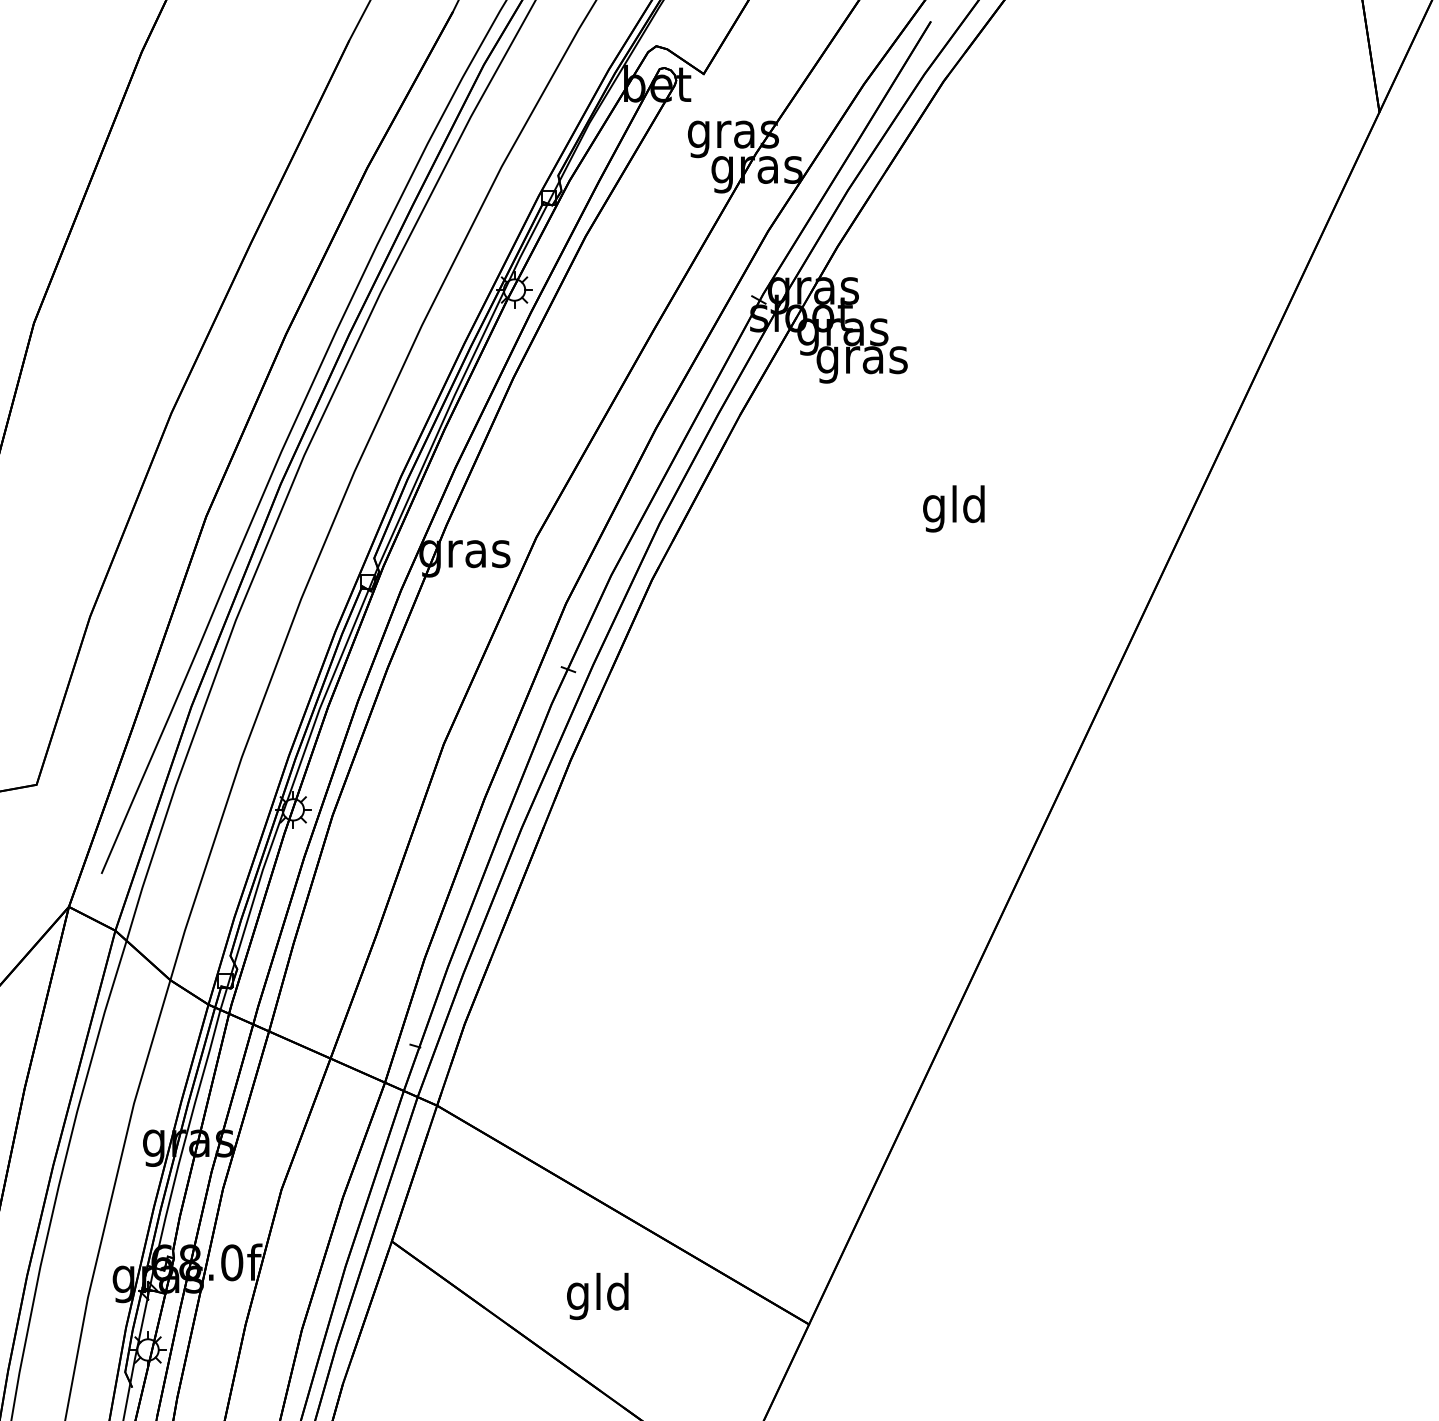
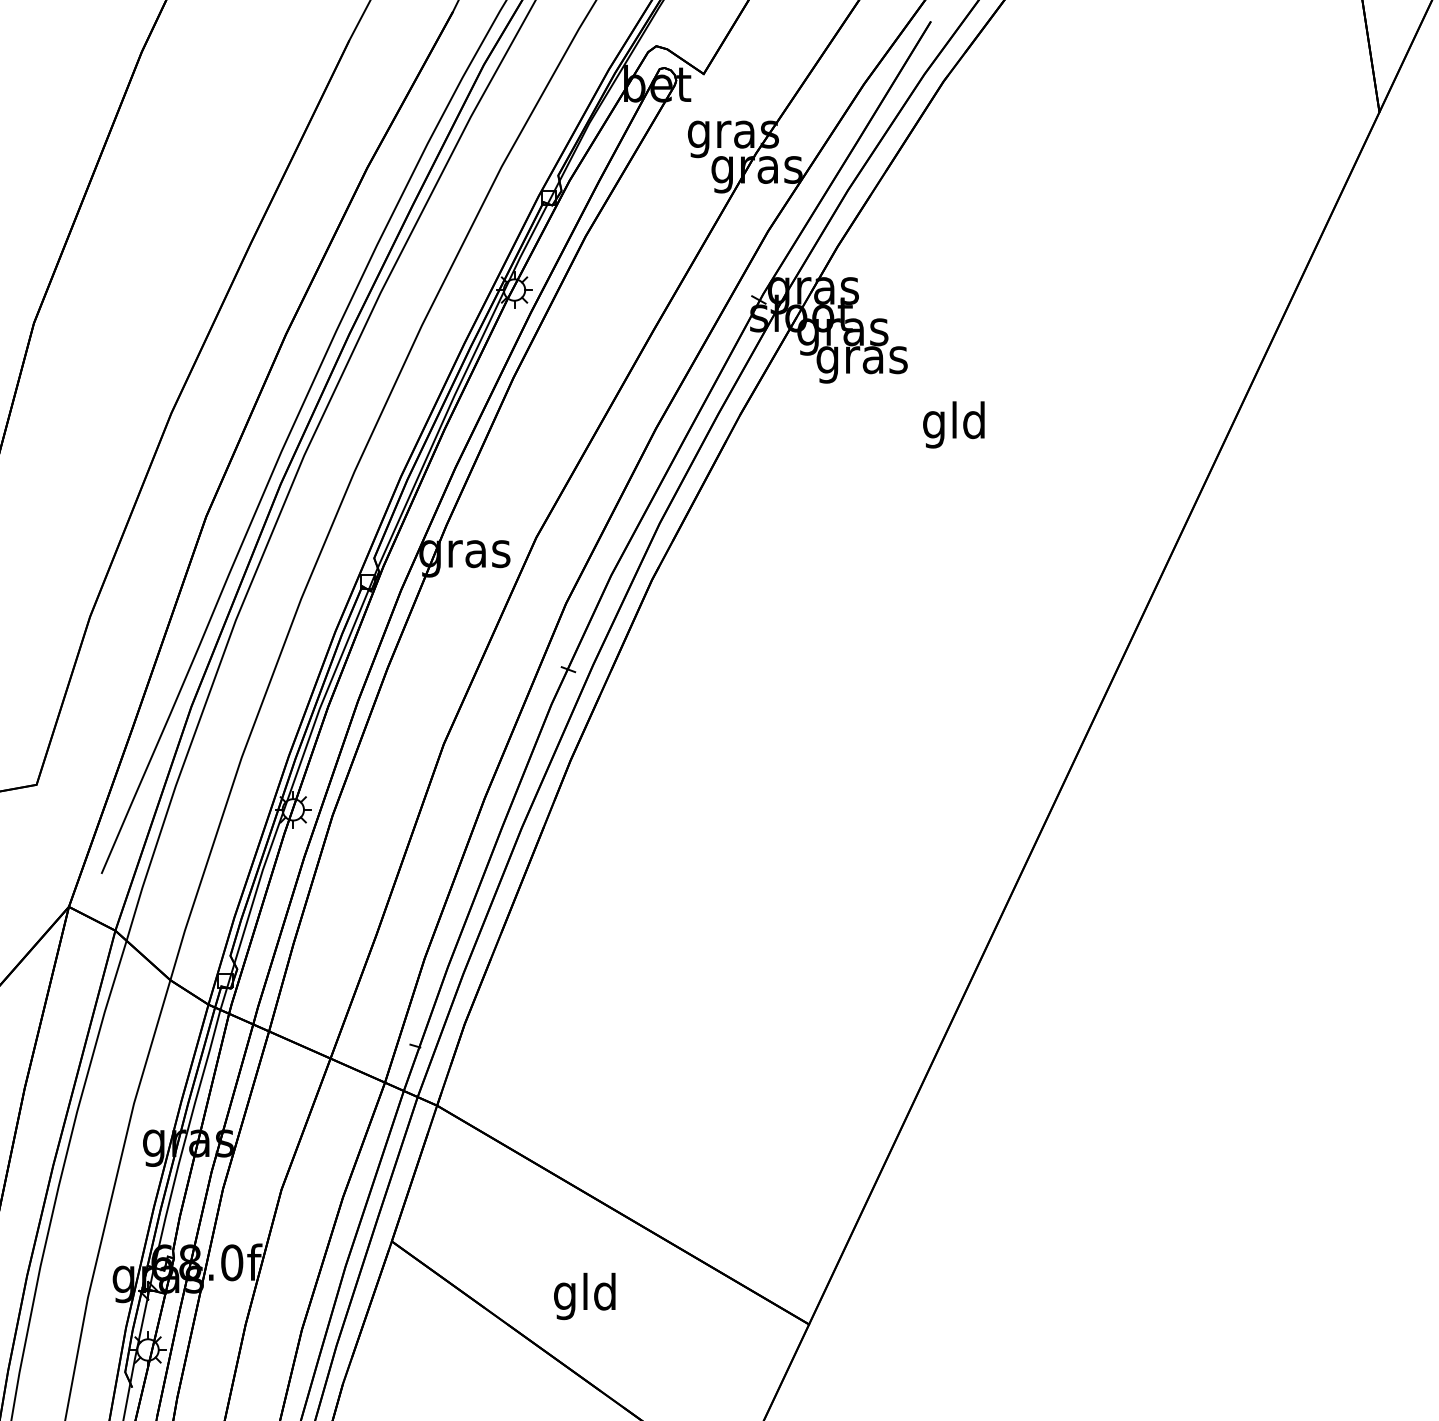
text at (953, 508) position: (953, 508) -> (953, 424)
text at (597, 1296) position: (597, 1296) -> (584, 1296)
